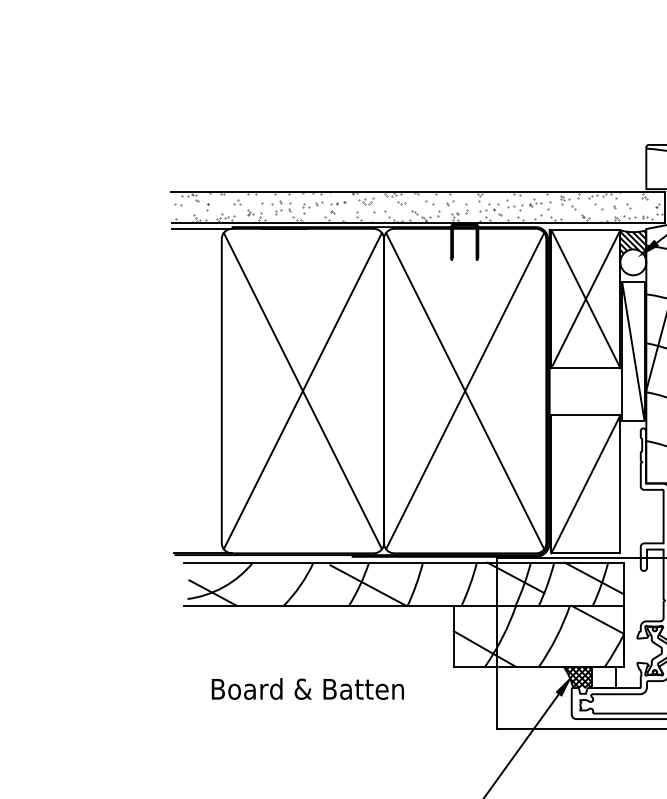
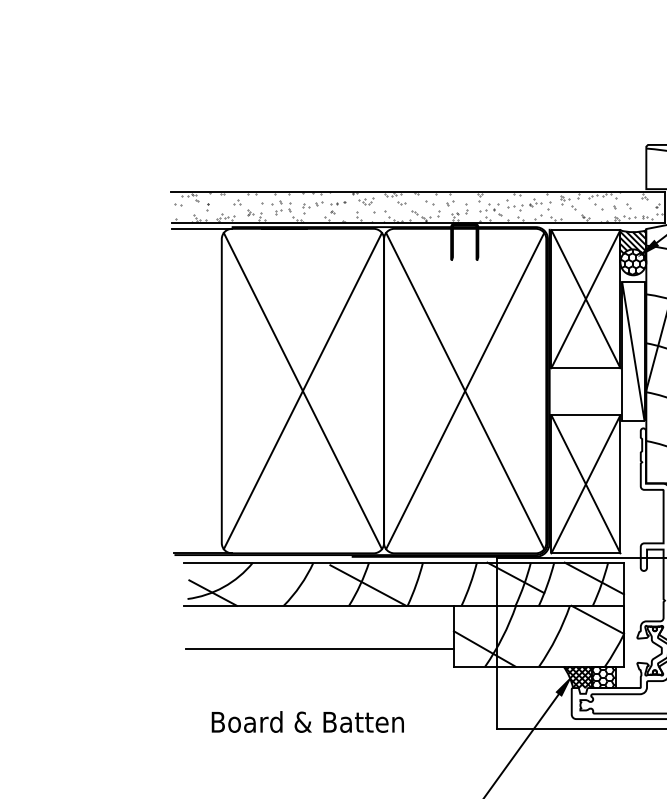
hatch at (633, 262): none -> present
line at (585, 484): none -> present
line at (319, 648): none -> present
hatch at (603, 677): none -> present
text at (307, 688) position: (307, 688) -> (307, 721)
